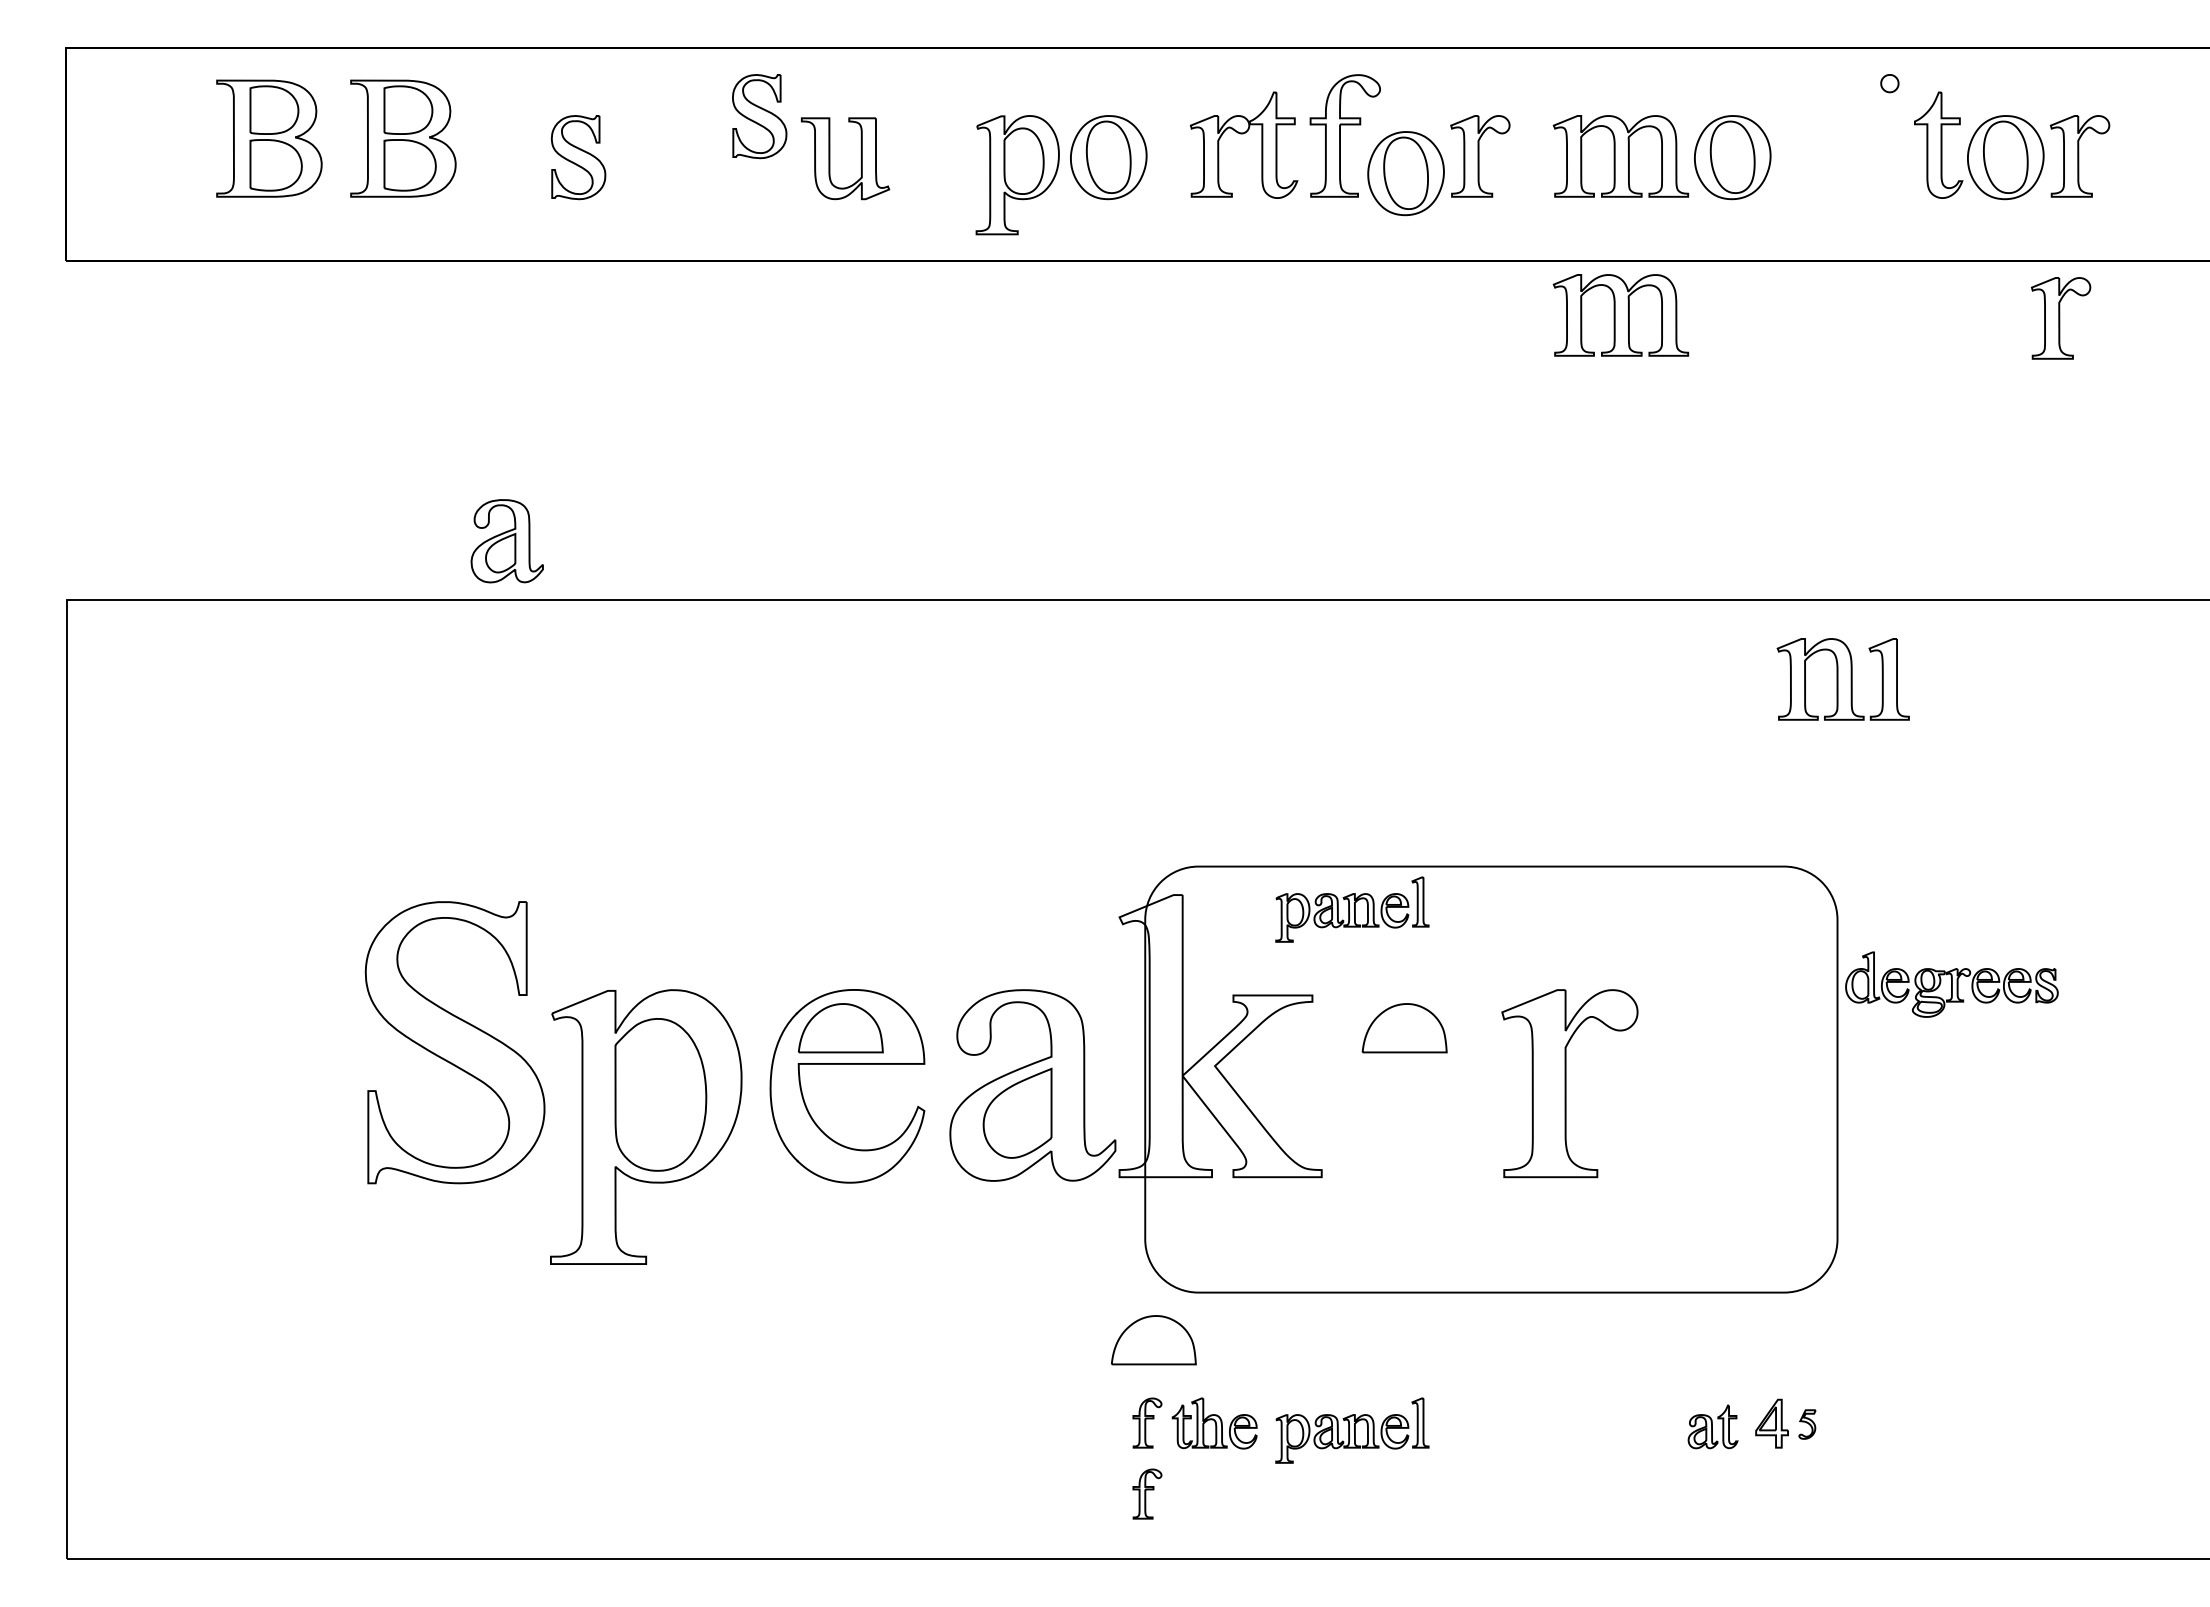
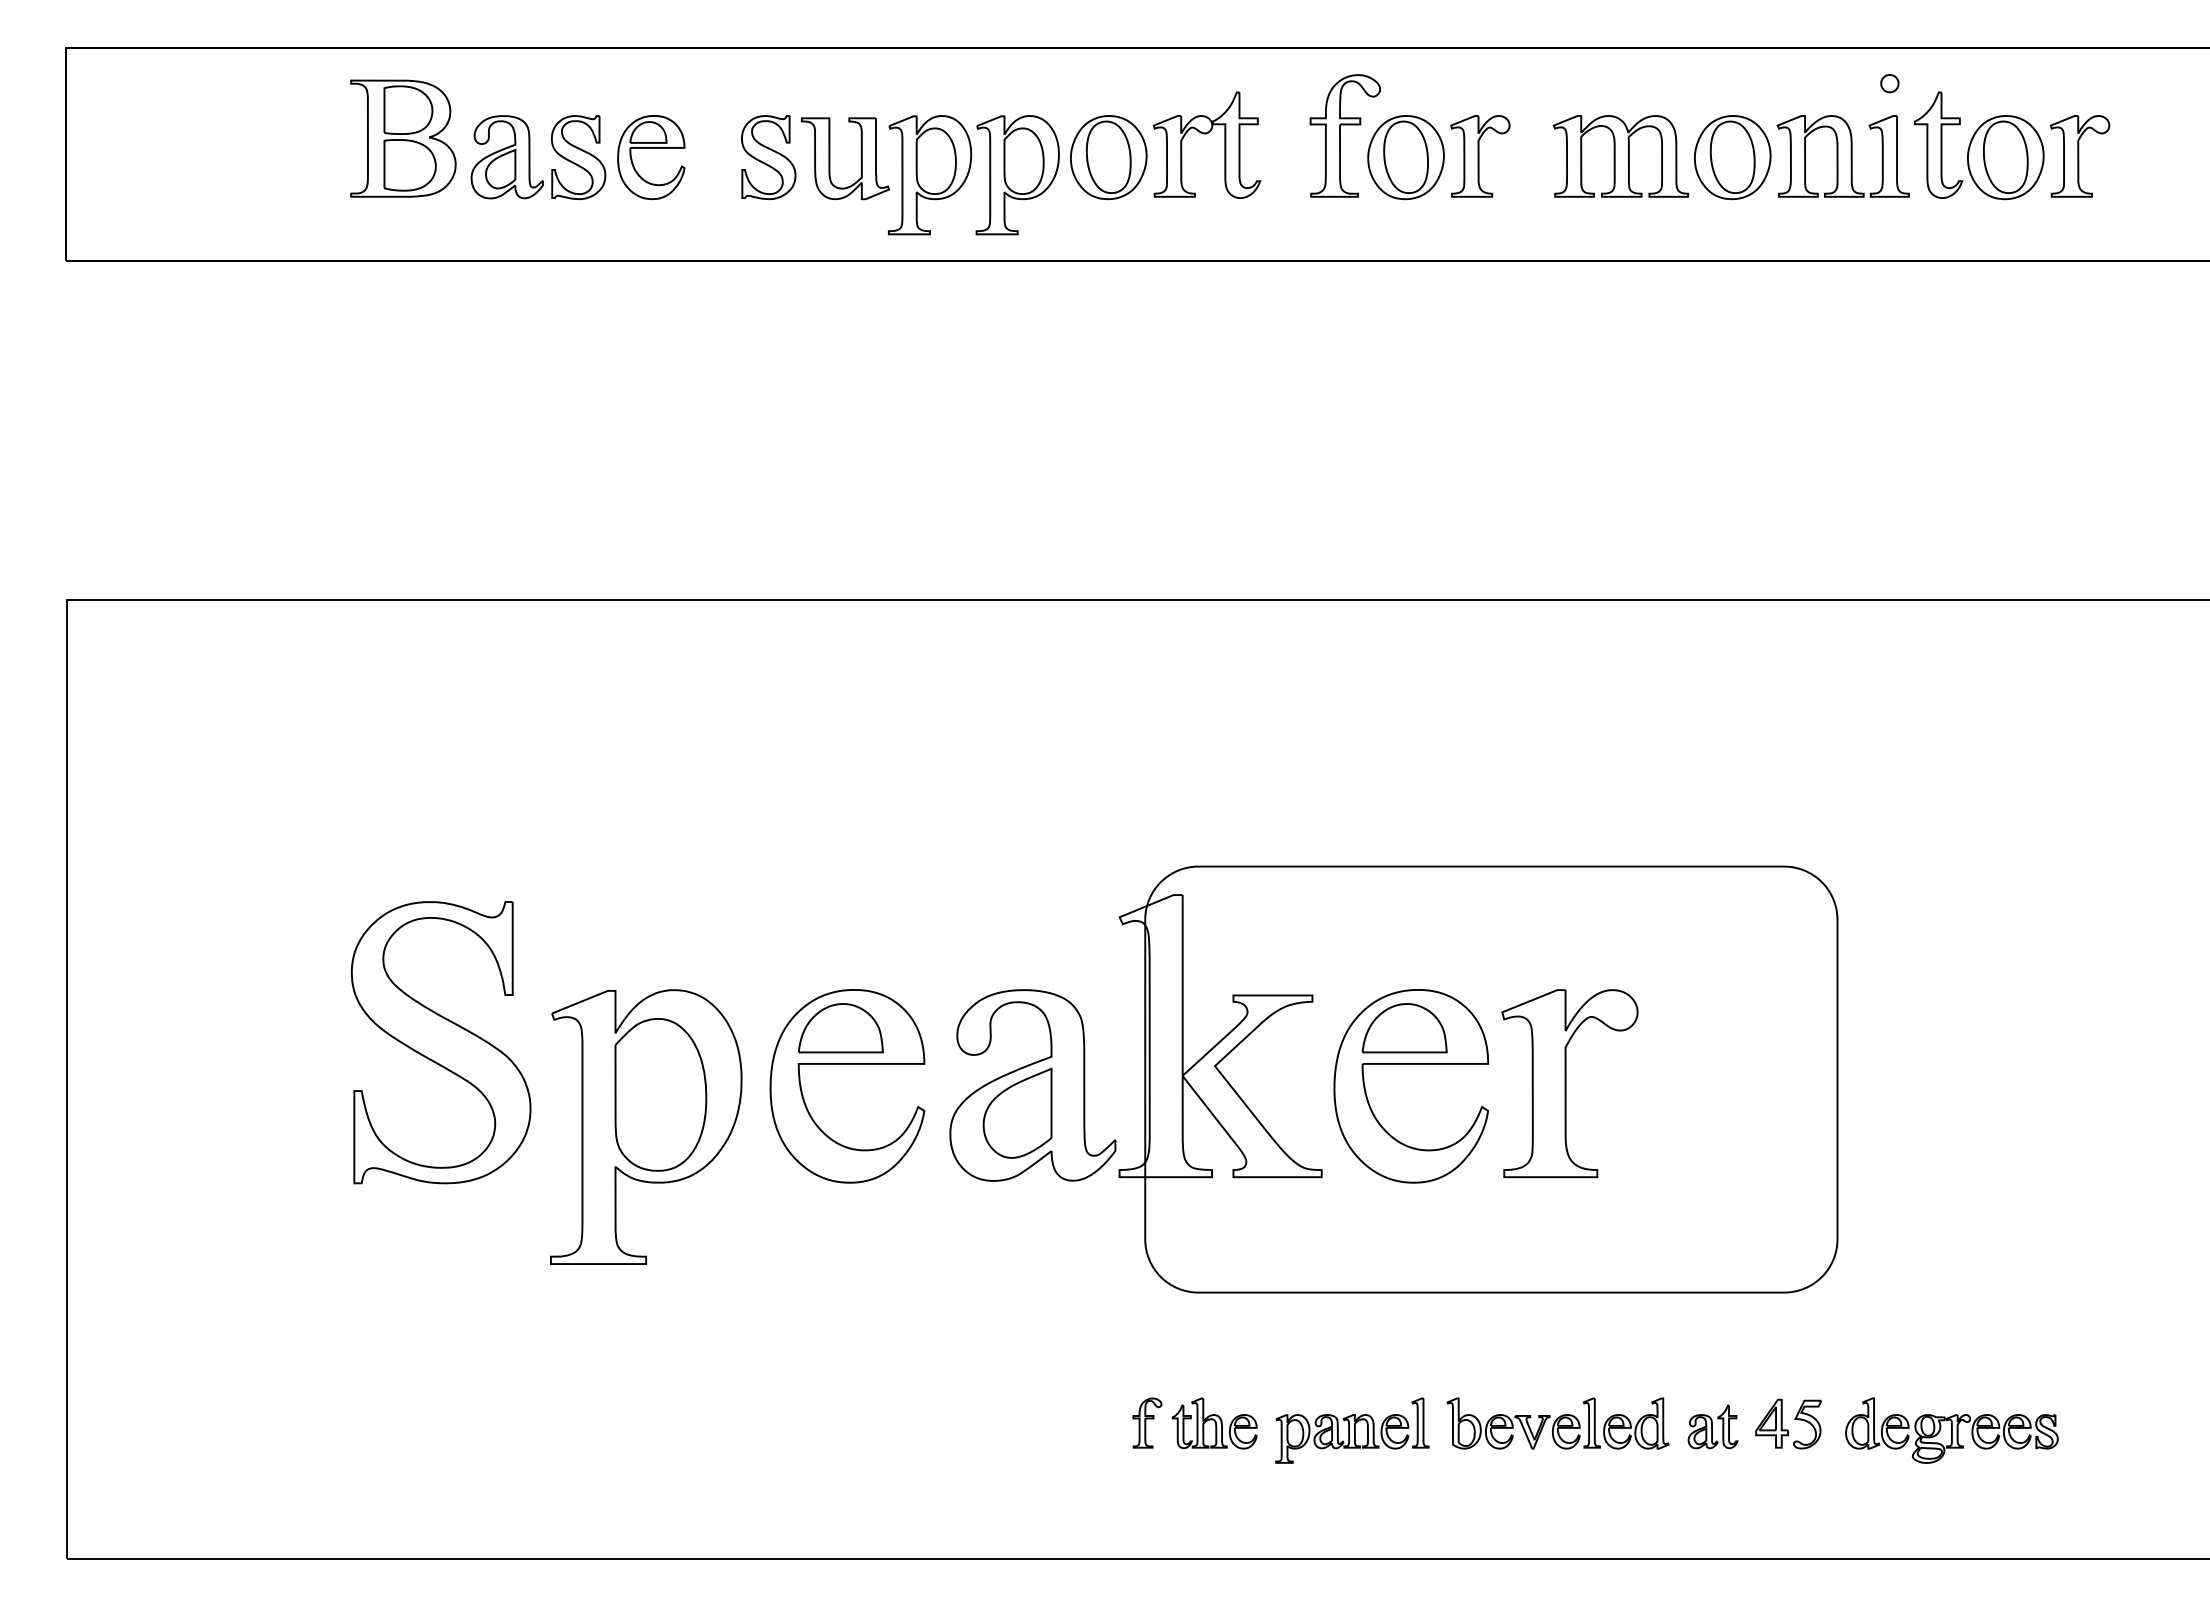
part at (759, 116) position: (759, 116) -> (768, 157)
part at (1243, 134) position: (1243, 134) -> (1206, 134)
part at (269, 138): present -> none
part at (651, 148): none -> present
part at (1405, 173) position: (1405, 173) -> (1405, 157)
part at (930, 175): none -> present
part at (1620, 315): present -> none
part at (2060, 318): present -> none
part at (506, 541) position: (506, 541) -> (506, 157)
part at (1842, 679) position: (1842, 679) -> (1842, 156)
part at (1352, 909): present -> none
part at (1951, 984) position: (1951, 984) -> (1951, 1430)
part at (454, 1042) position: (454, 1042) -> (440, 1042)
part at (1411, 1064): none -> present
part at (1153, 1340): present -> none
part at (1557, 1423): none -> present
part at (1807, 1424) size: 19x31 px -> 29x51 px
part at (1147, 1493): present -> none
